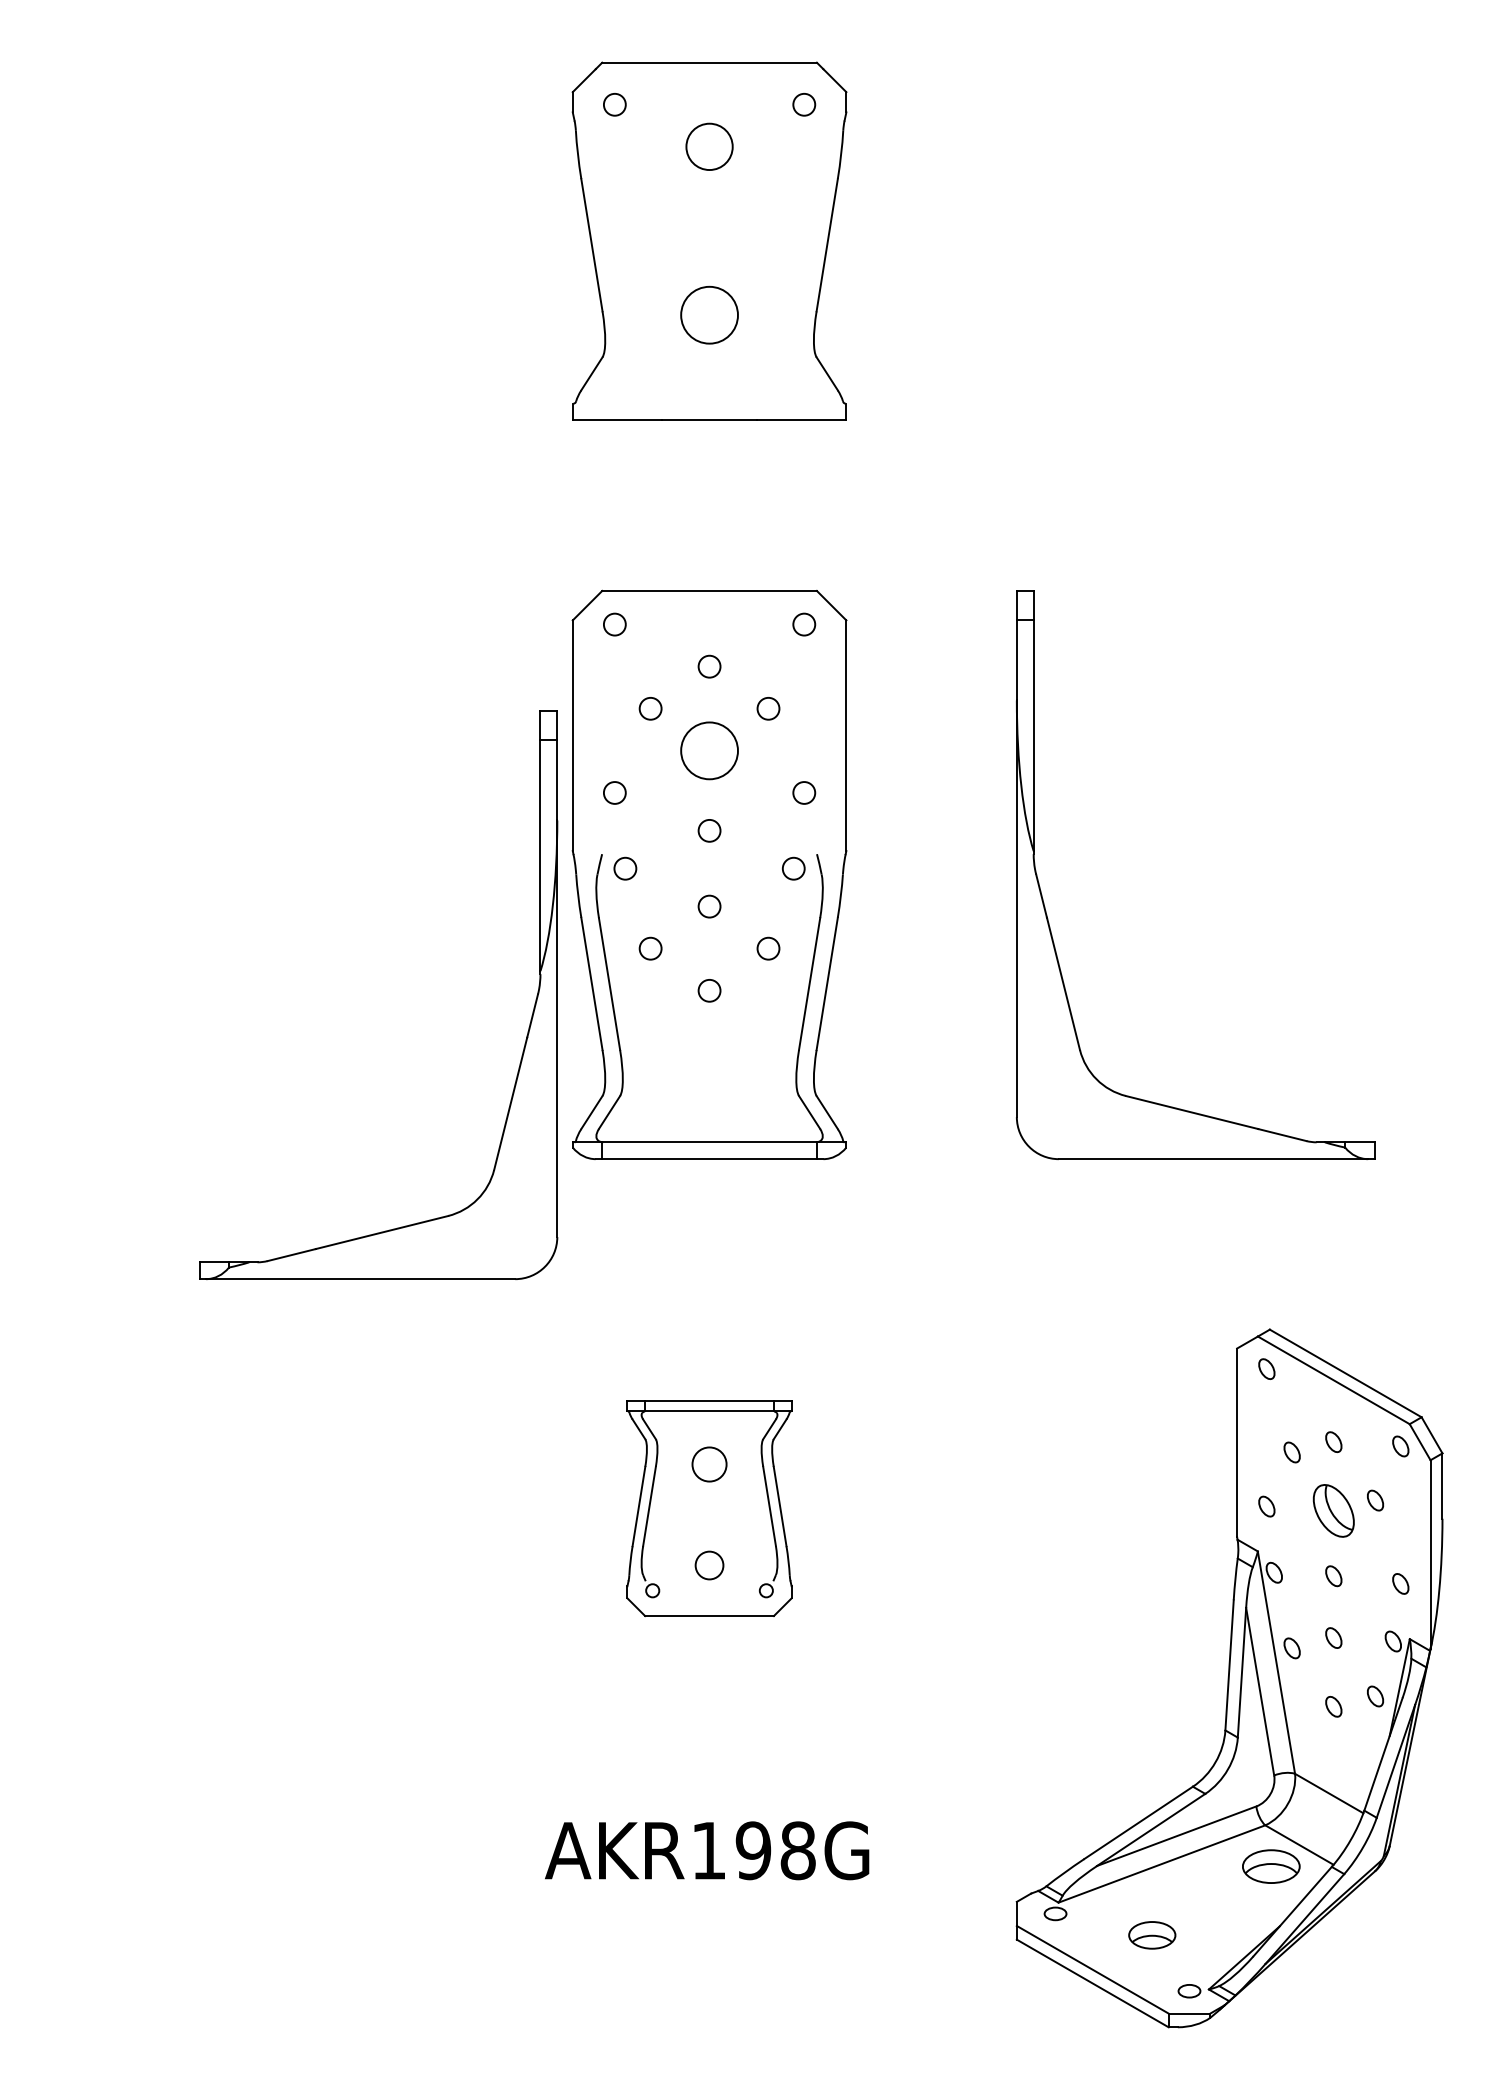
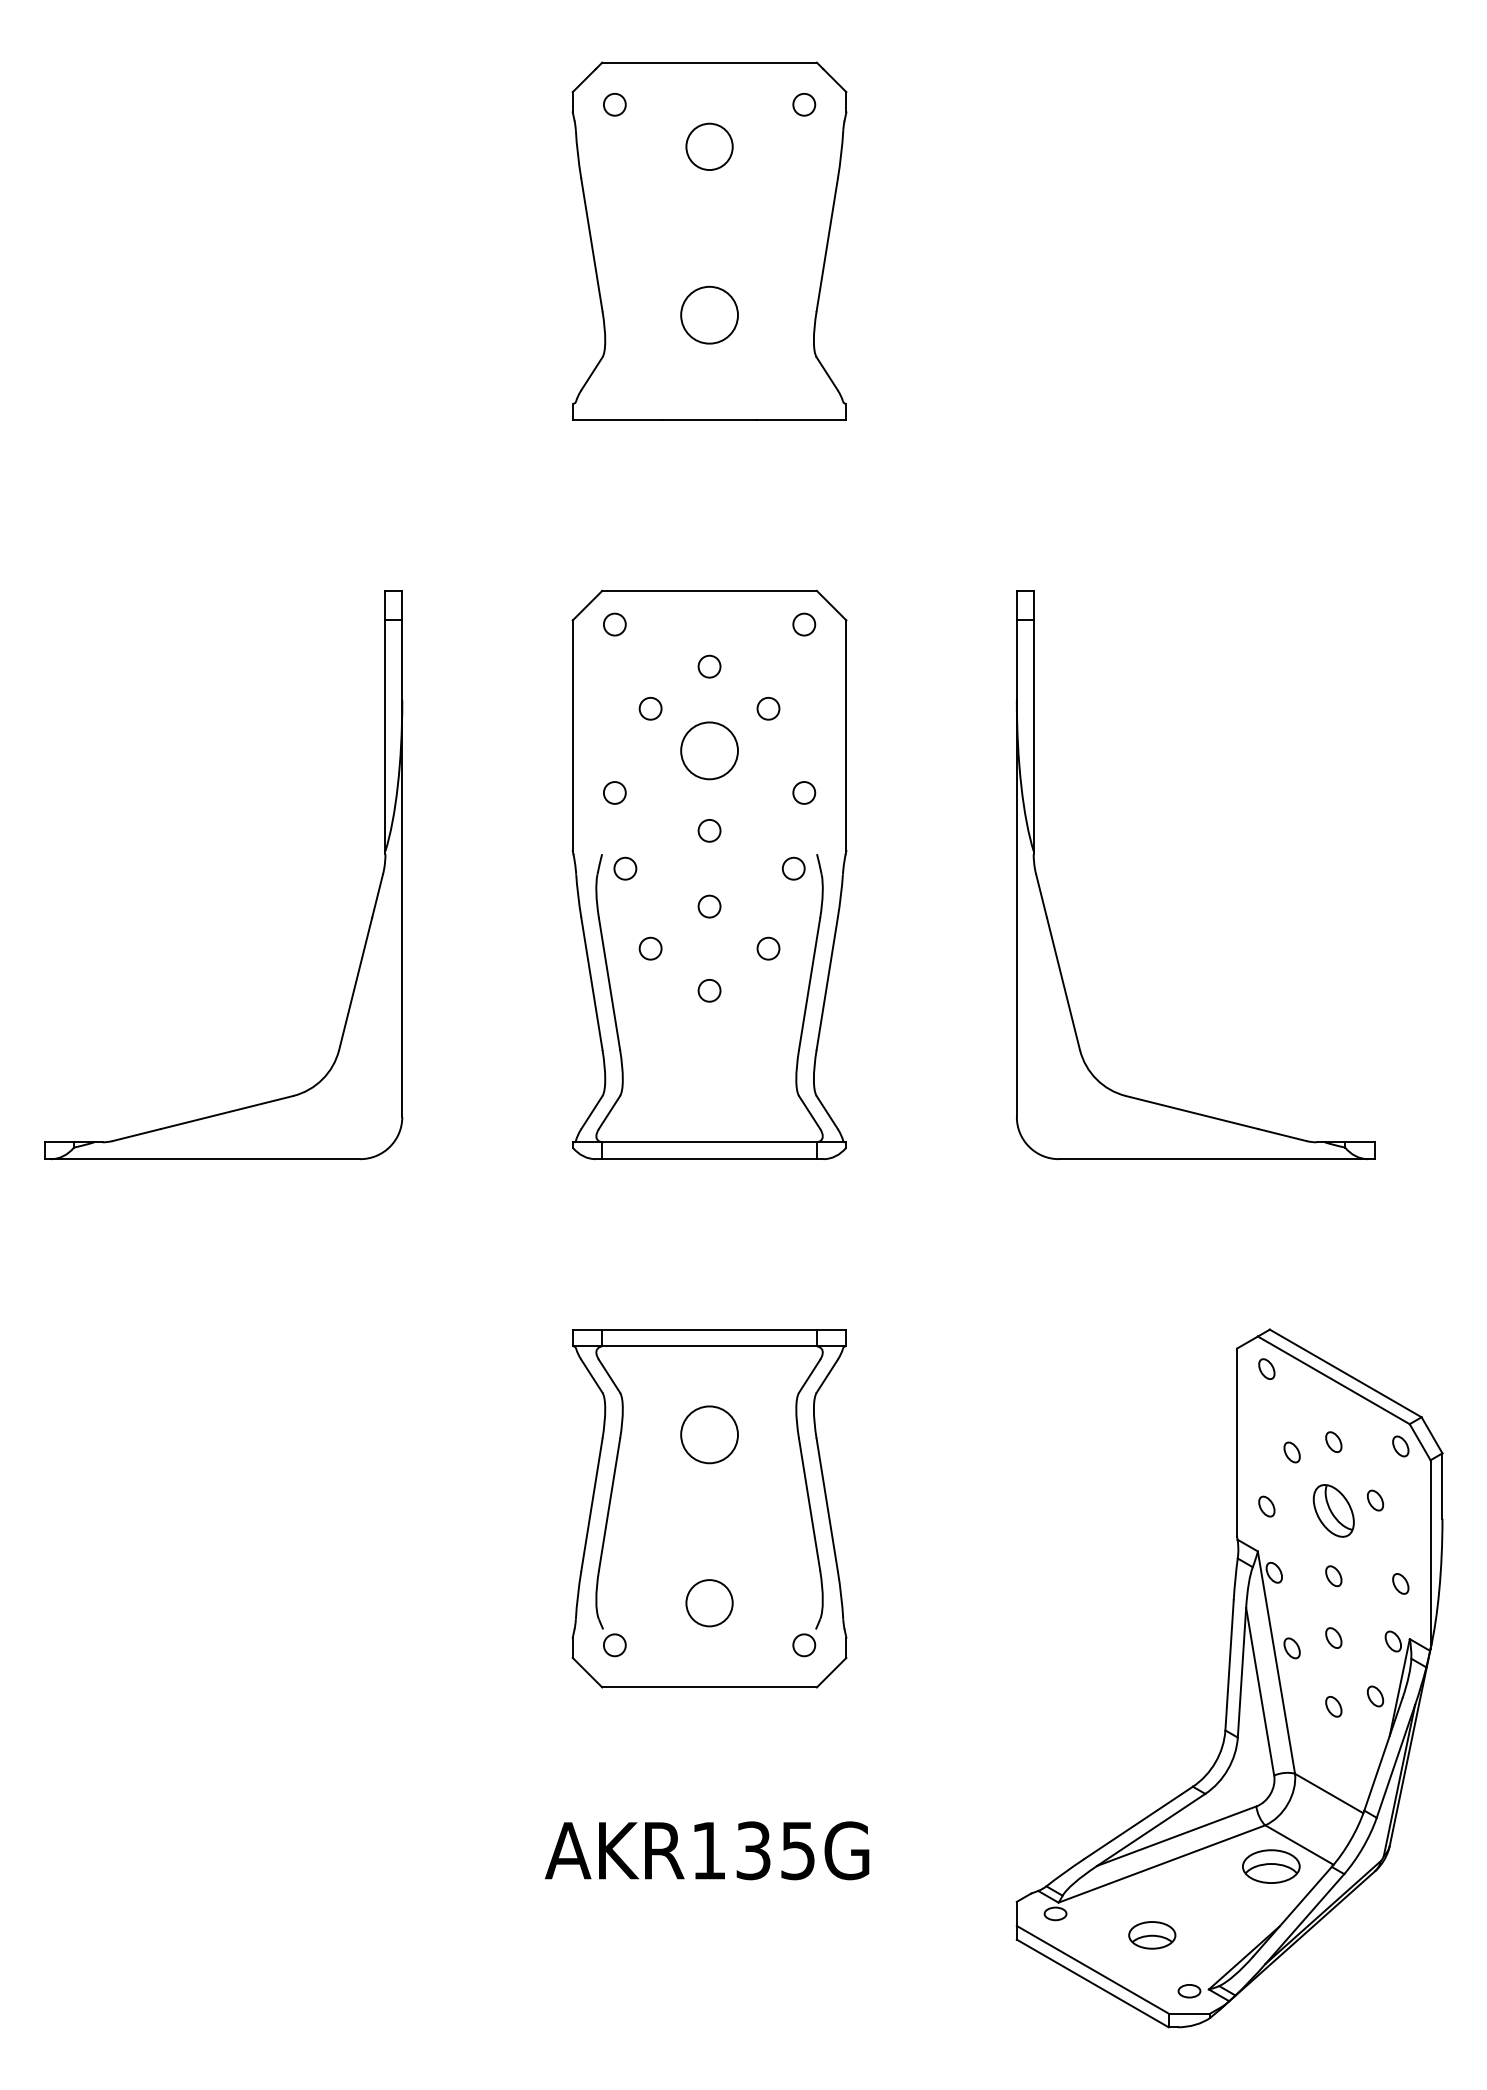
part at (527, 1031) position: (527, 1031) -> (372, 911)
part at (709, 1508) size: 167x218 px -> 277x360 px
text at (775, 1850): AKR198G -> AKR135G
